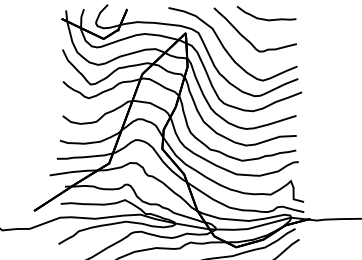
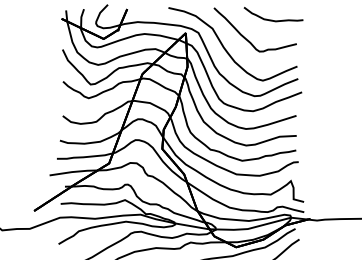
part at (266, 13) position: (266, 13) -> (273, 14)
